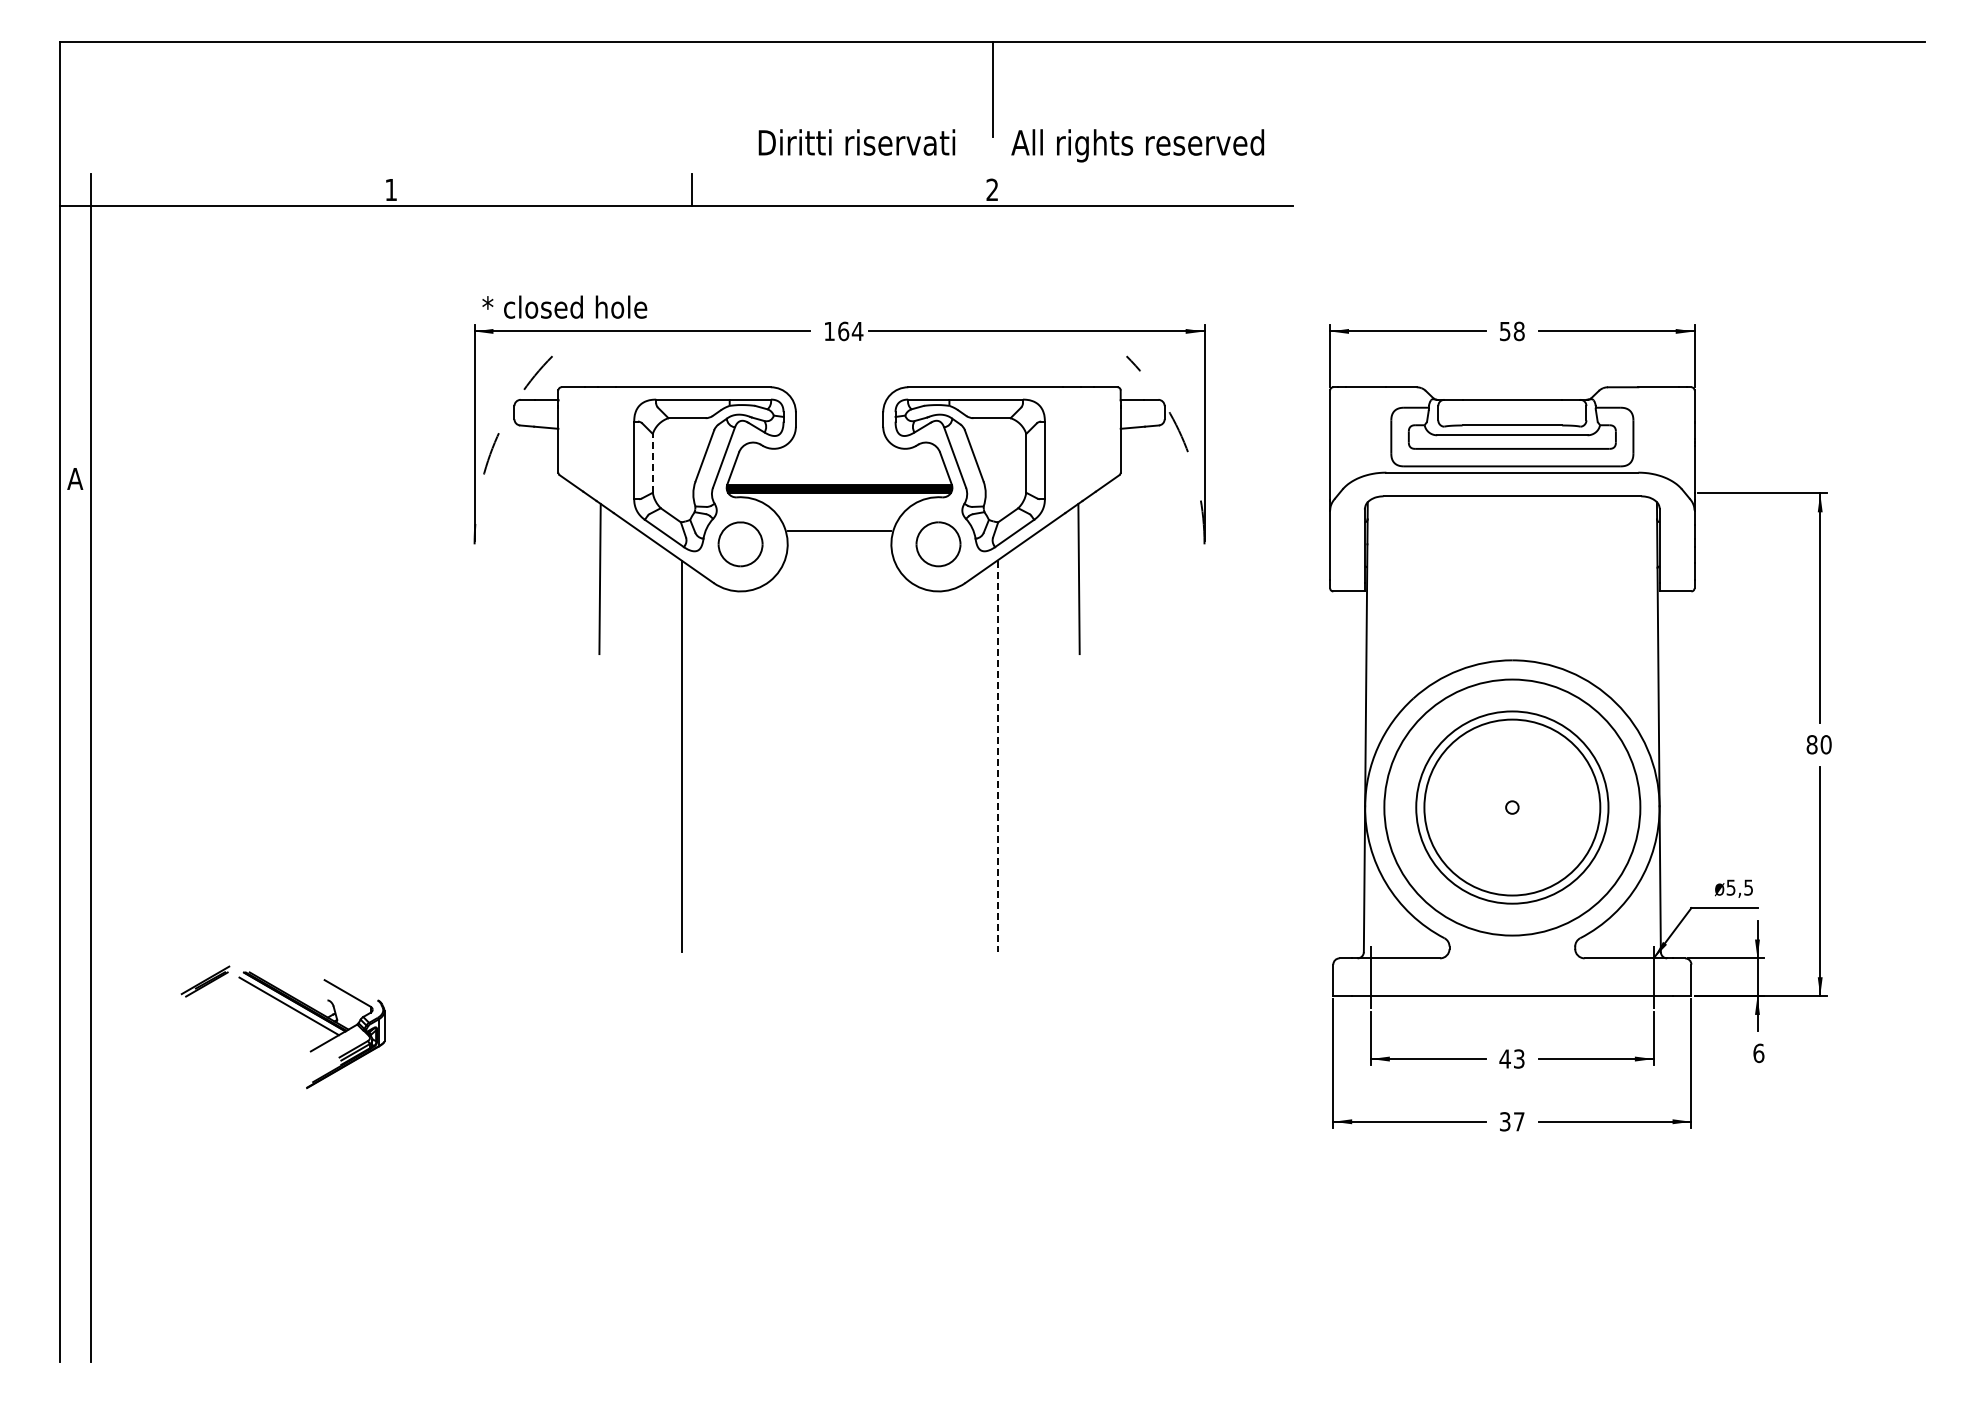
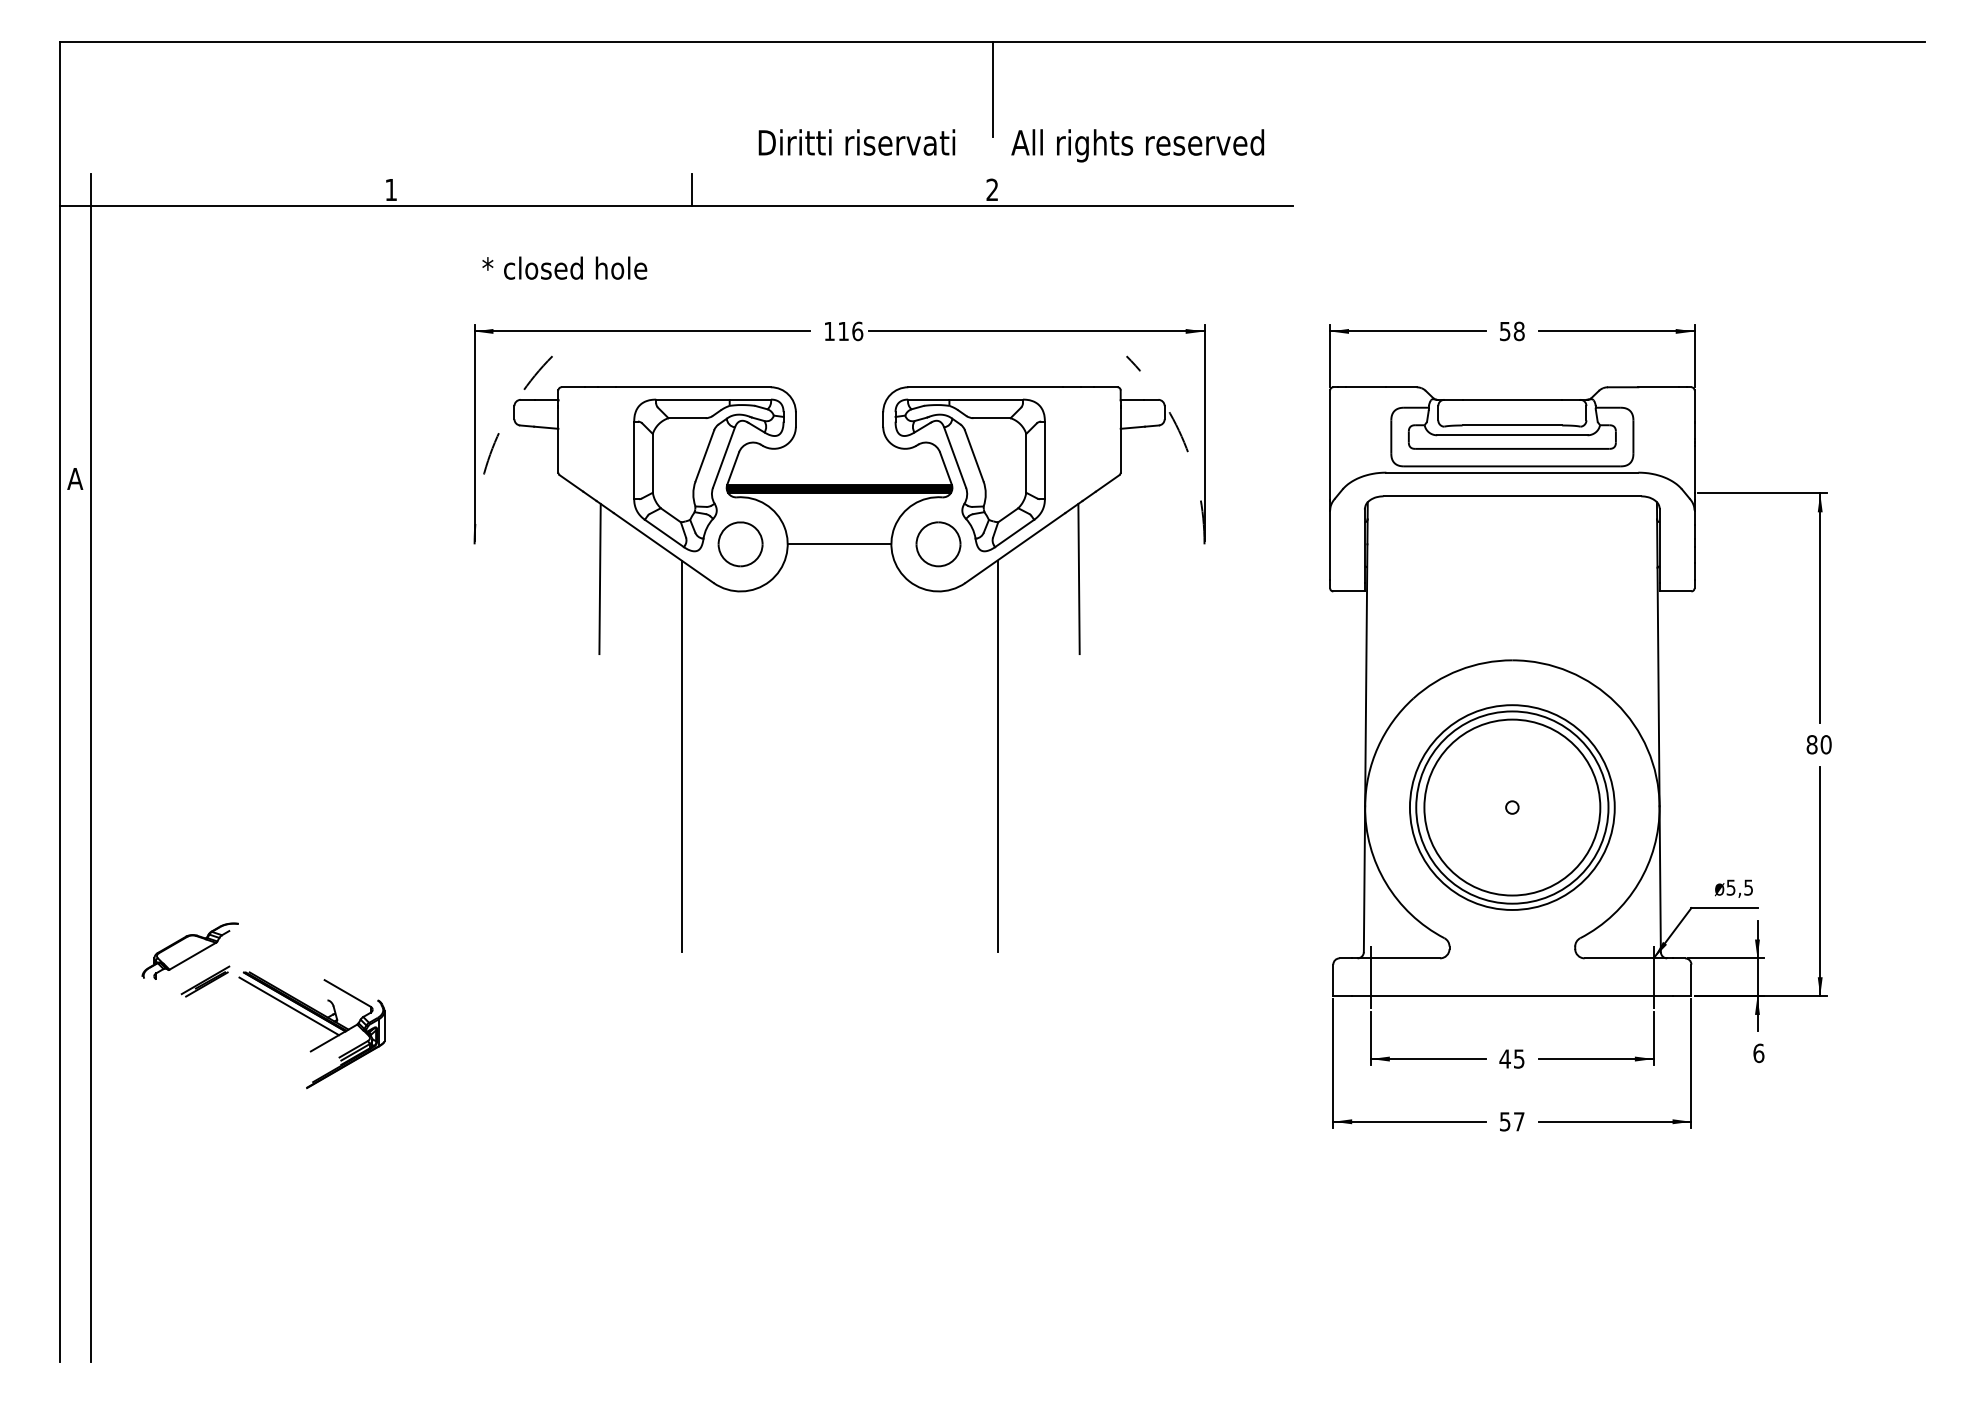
text at (564, 306) position: (564, 306) -> (564, 267)
text at (850, 331): 164 -> 116
line at (652, 462): dashed -> solid
line at (839, 531) position: (839, 531) -> (839, 544)
line at (997, 756): dashed -> solid
circle at (1512, 807) diameter: 256 px -> 205 px
part at (189, 950): none -> present
text at (1519, 1058): 43 -> 45
text at (1505, 1121): 37 -> 57
